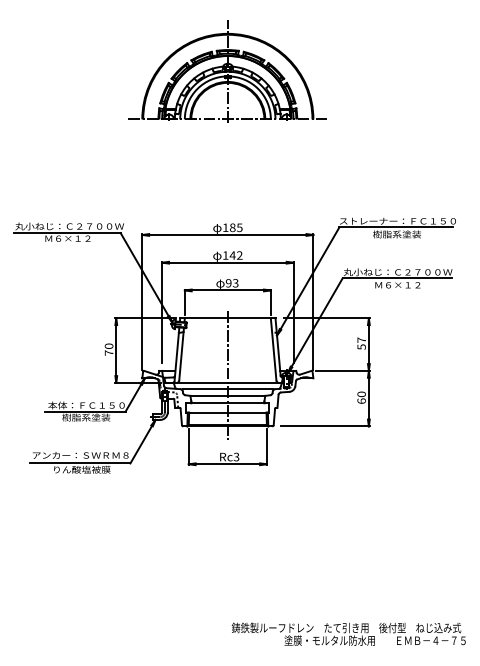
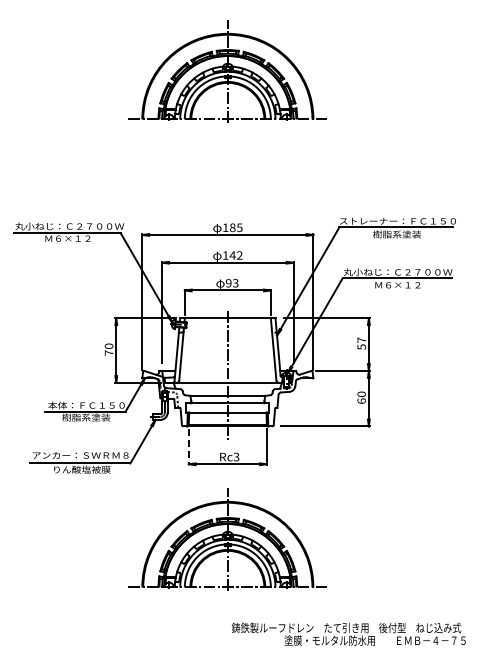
line at (227, 389): present -> none
line at (188, 447): solid -> dashed
part at (227, 539): none -> present
